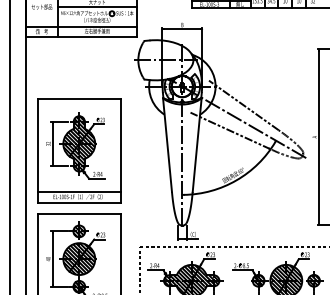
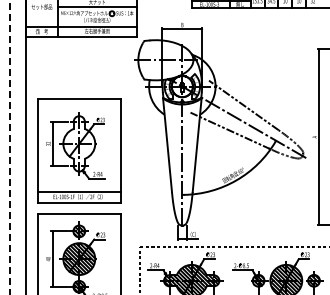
hatch at (79, 143): present -> none
line at (10, 147): solid -> dashed
